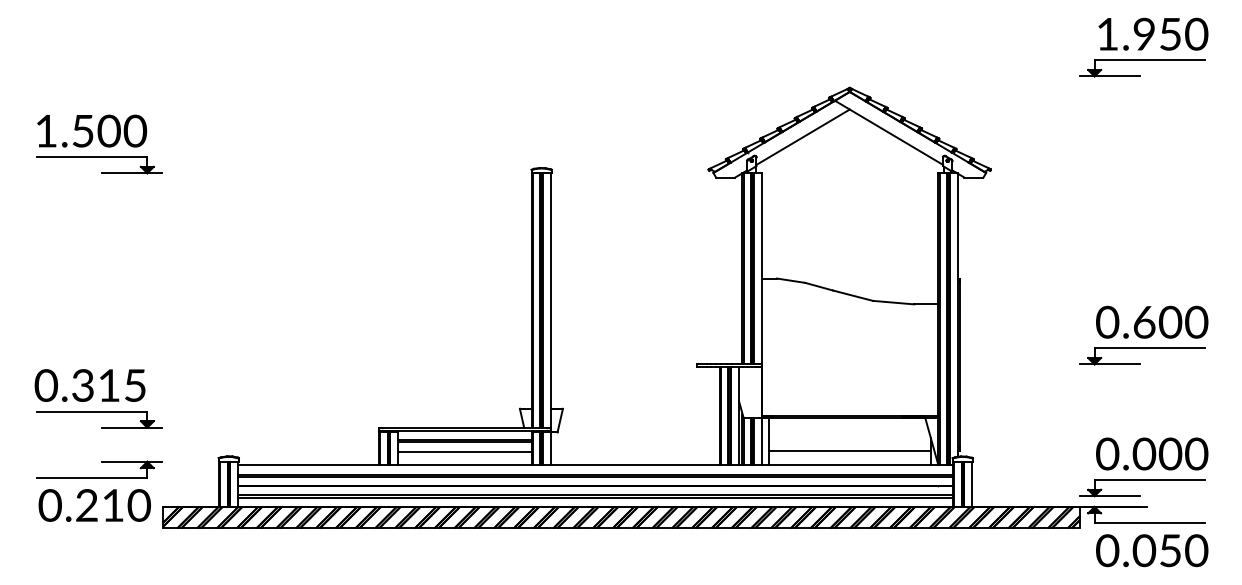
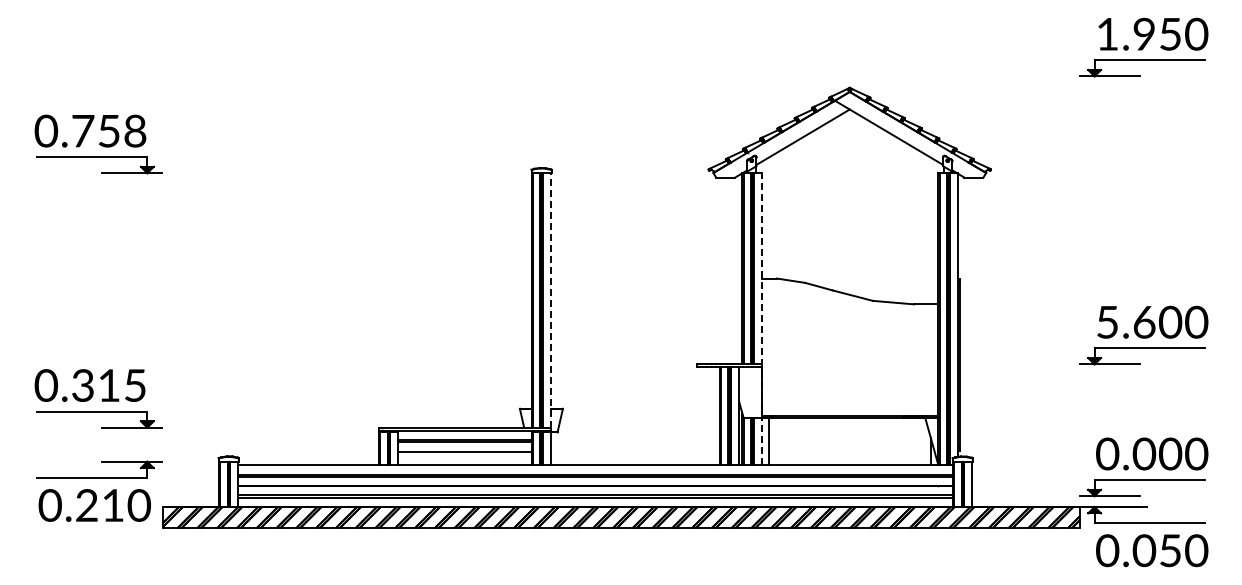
text at (90, 130): 1.500 -> 0.758
line at (551, 300): solid -> dashed
line at (761, 318): solid -> dashed
text at (1107, 321): 0.600 -> 5.600
line at (849, 450): present -> none
